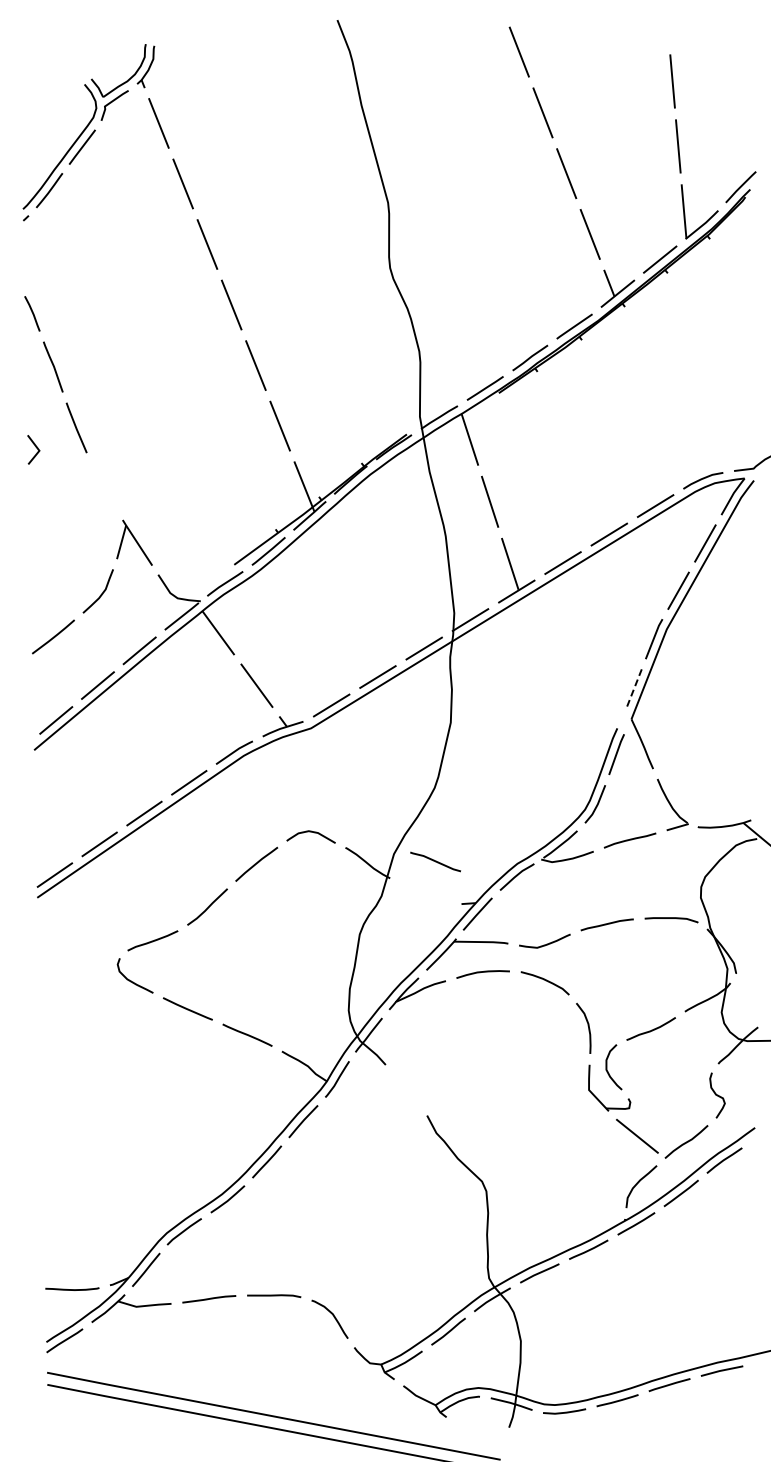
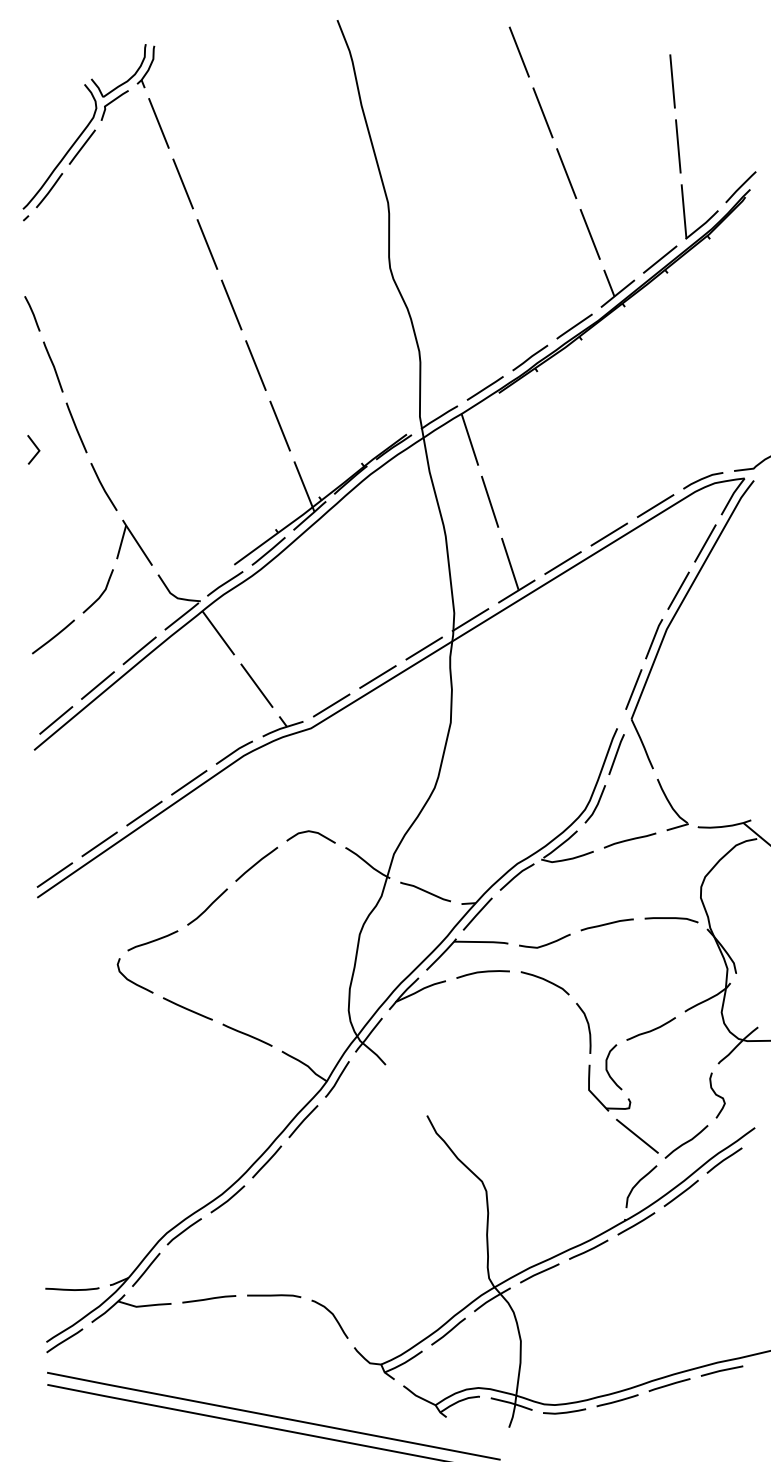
line at (103, 487): none -> present
line at (633, 689): dashed -> solid
curve at (435, 861) position: (435, 861) -> (425, 891)
